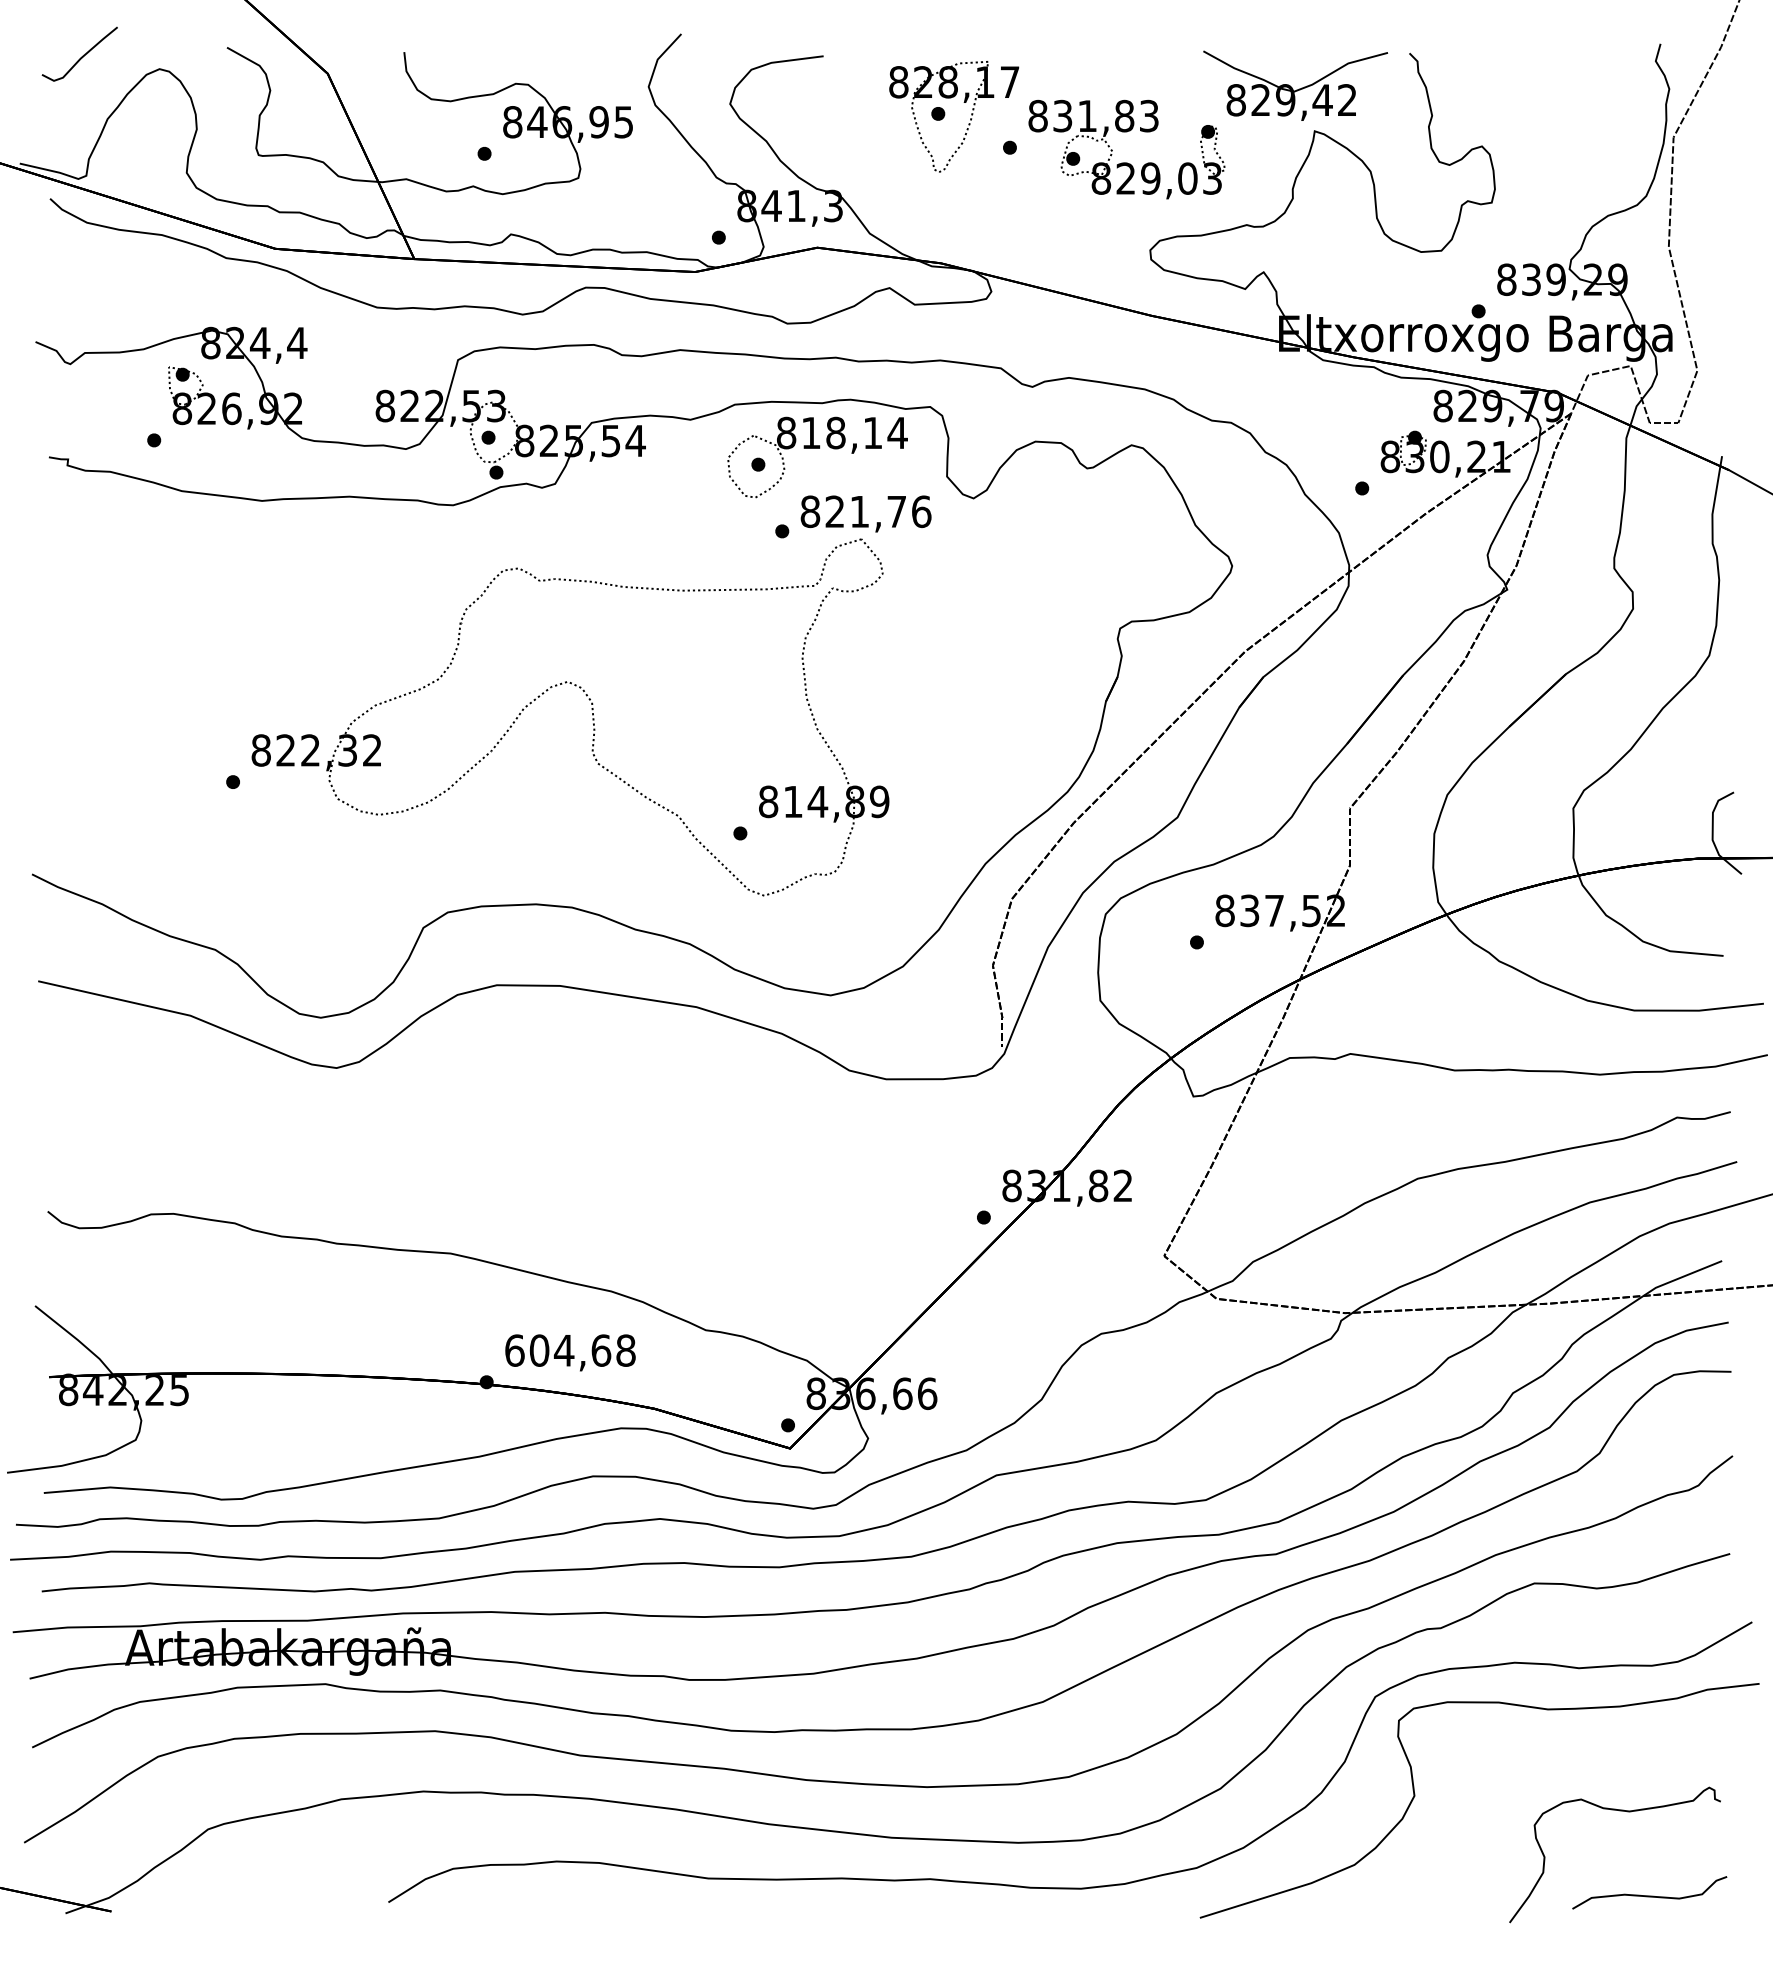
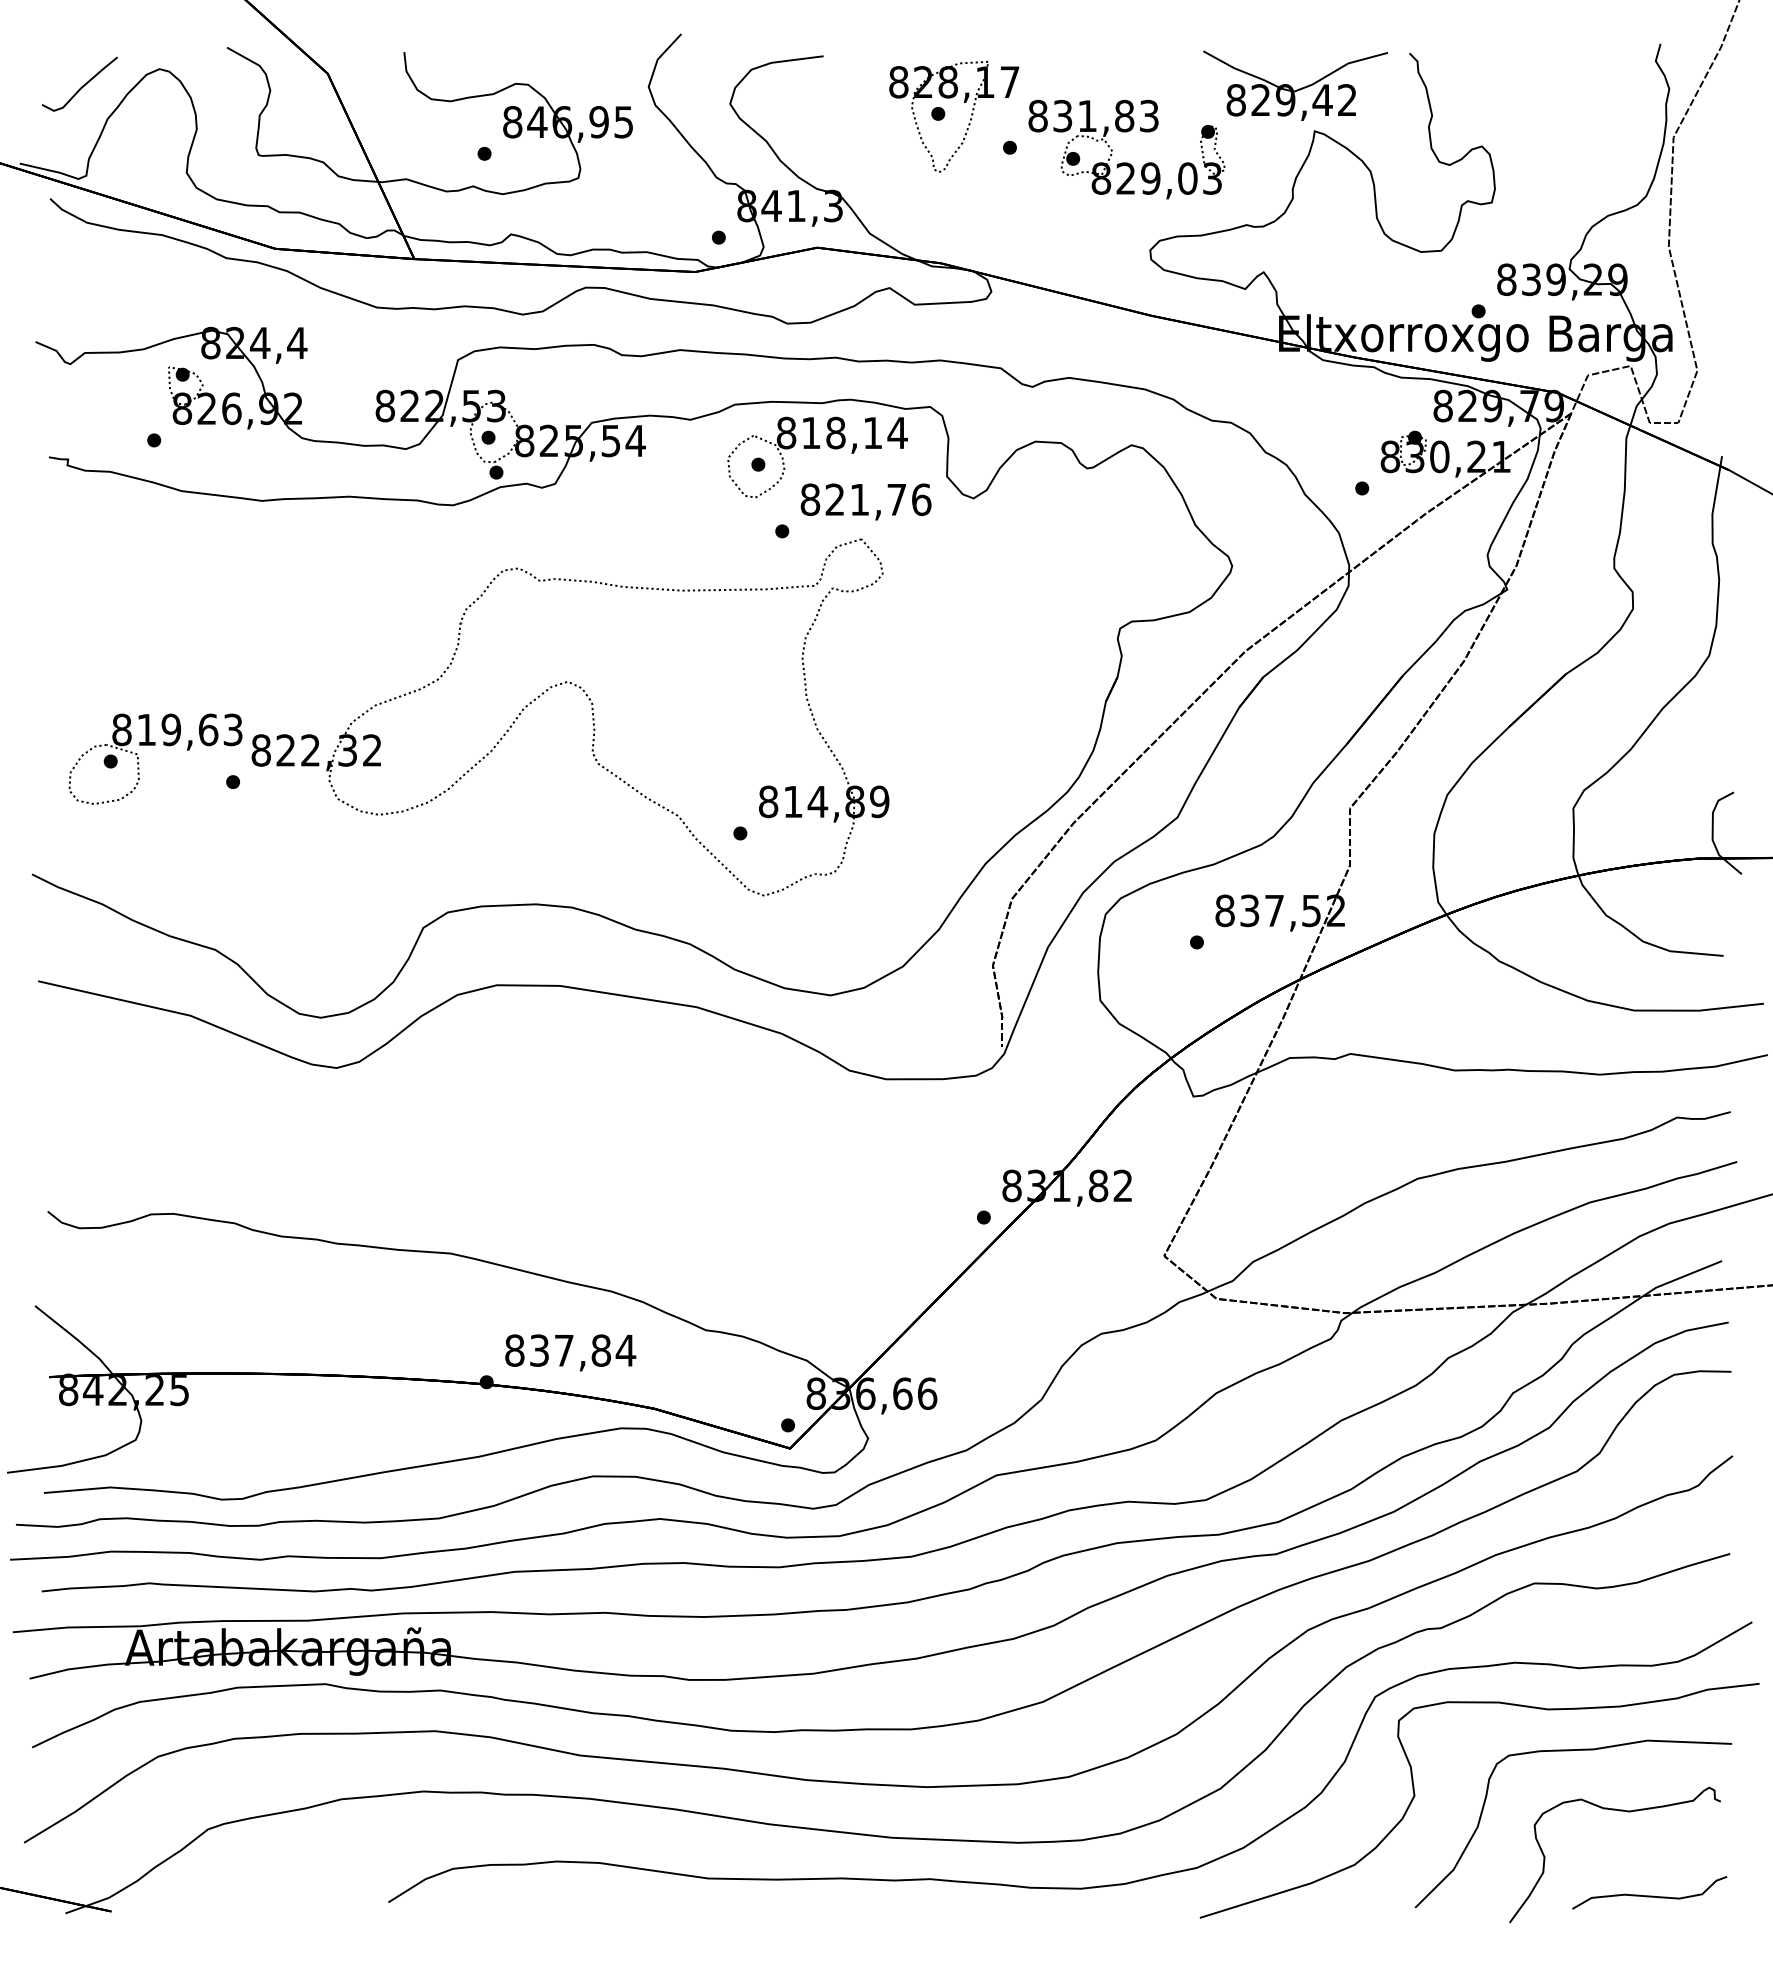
curve at (82, 55) position: (82, 55) -> (82, 85)
text at (865, 513) position: (865, 513) -> (865, 501)
part at (155, 745): none -> present
text at (570, 1350): 604,68 -> 837,84
curve at (1570, 1751): none -> present
